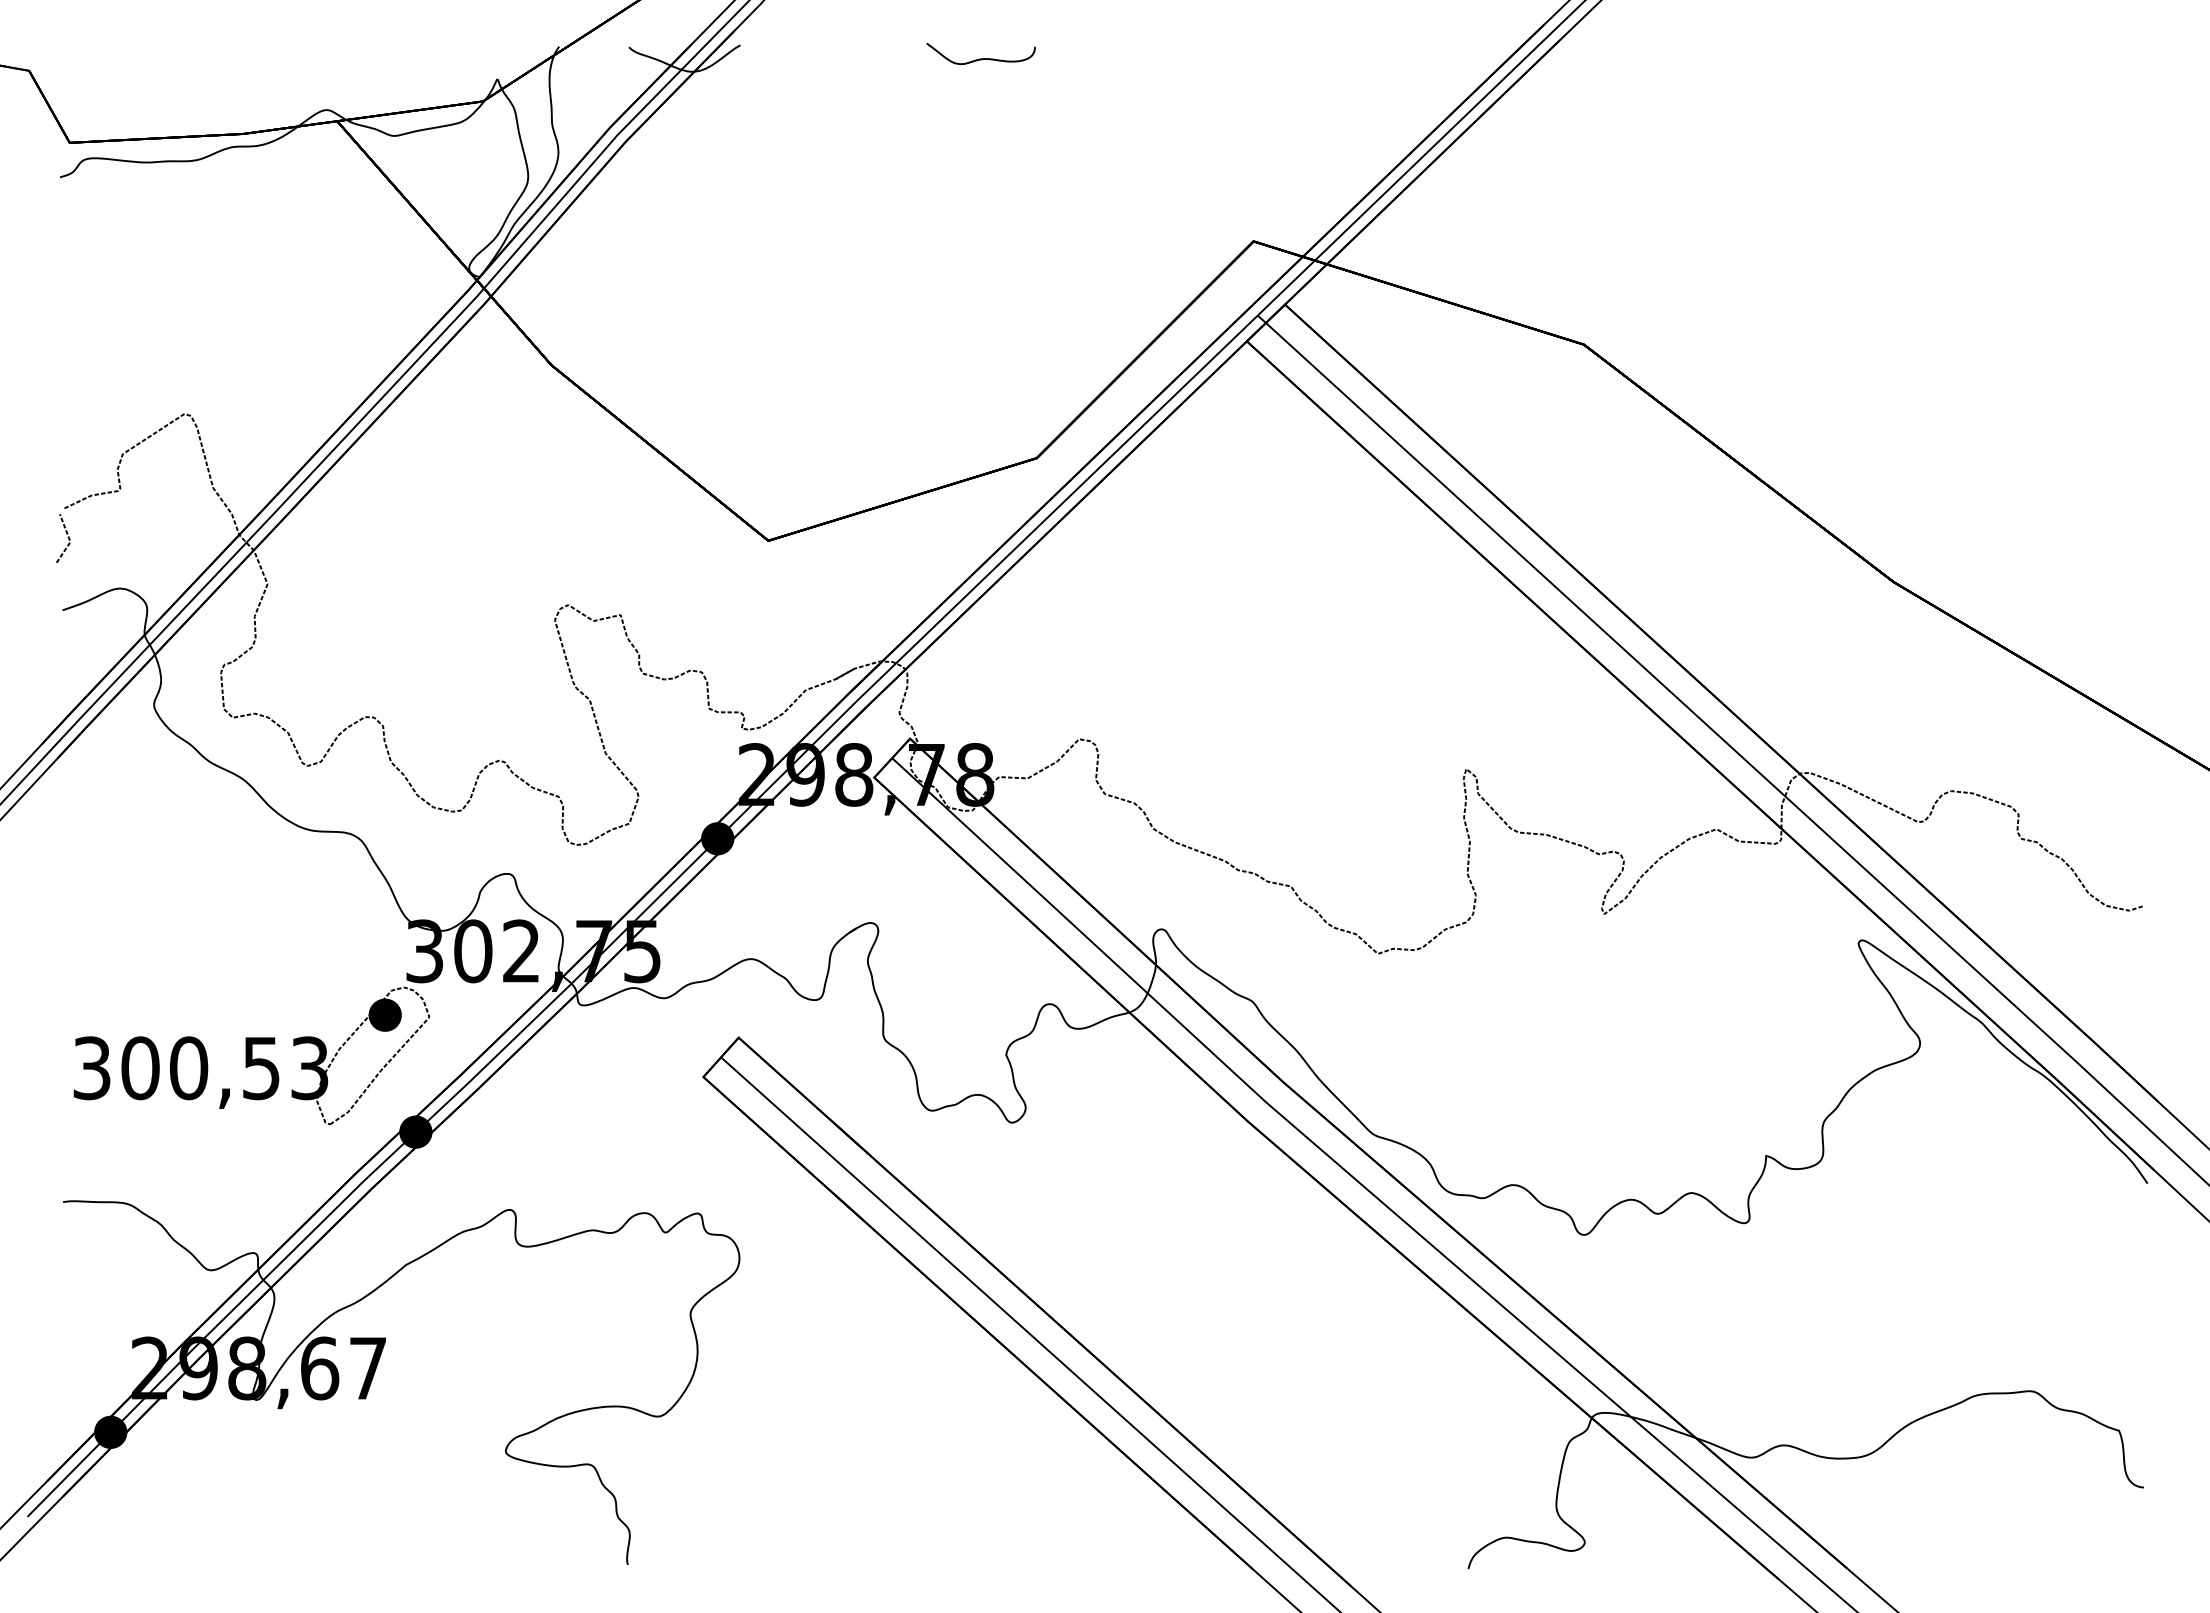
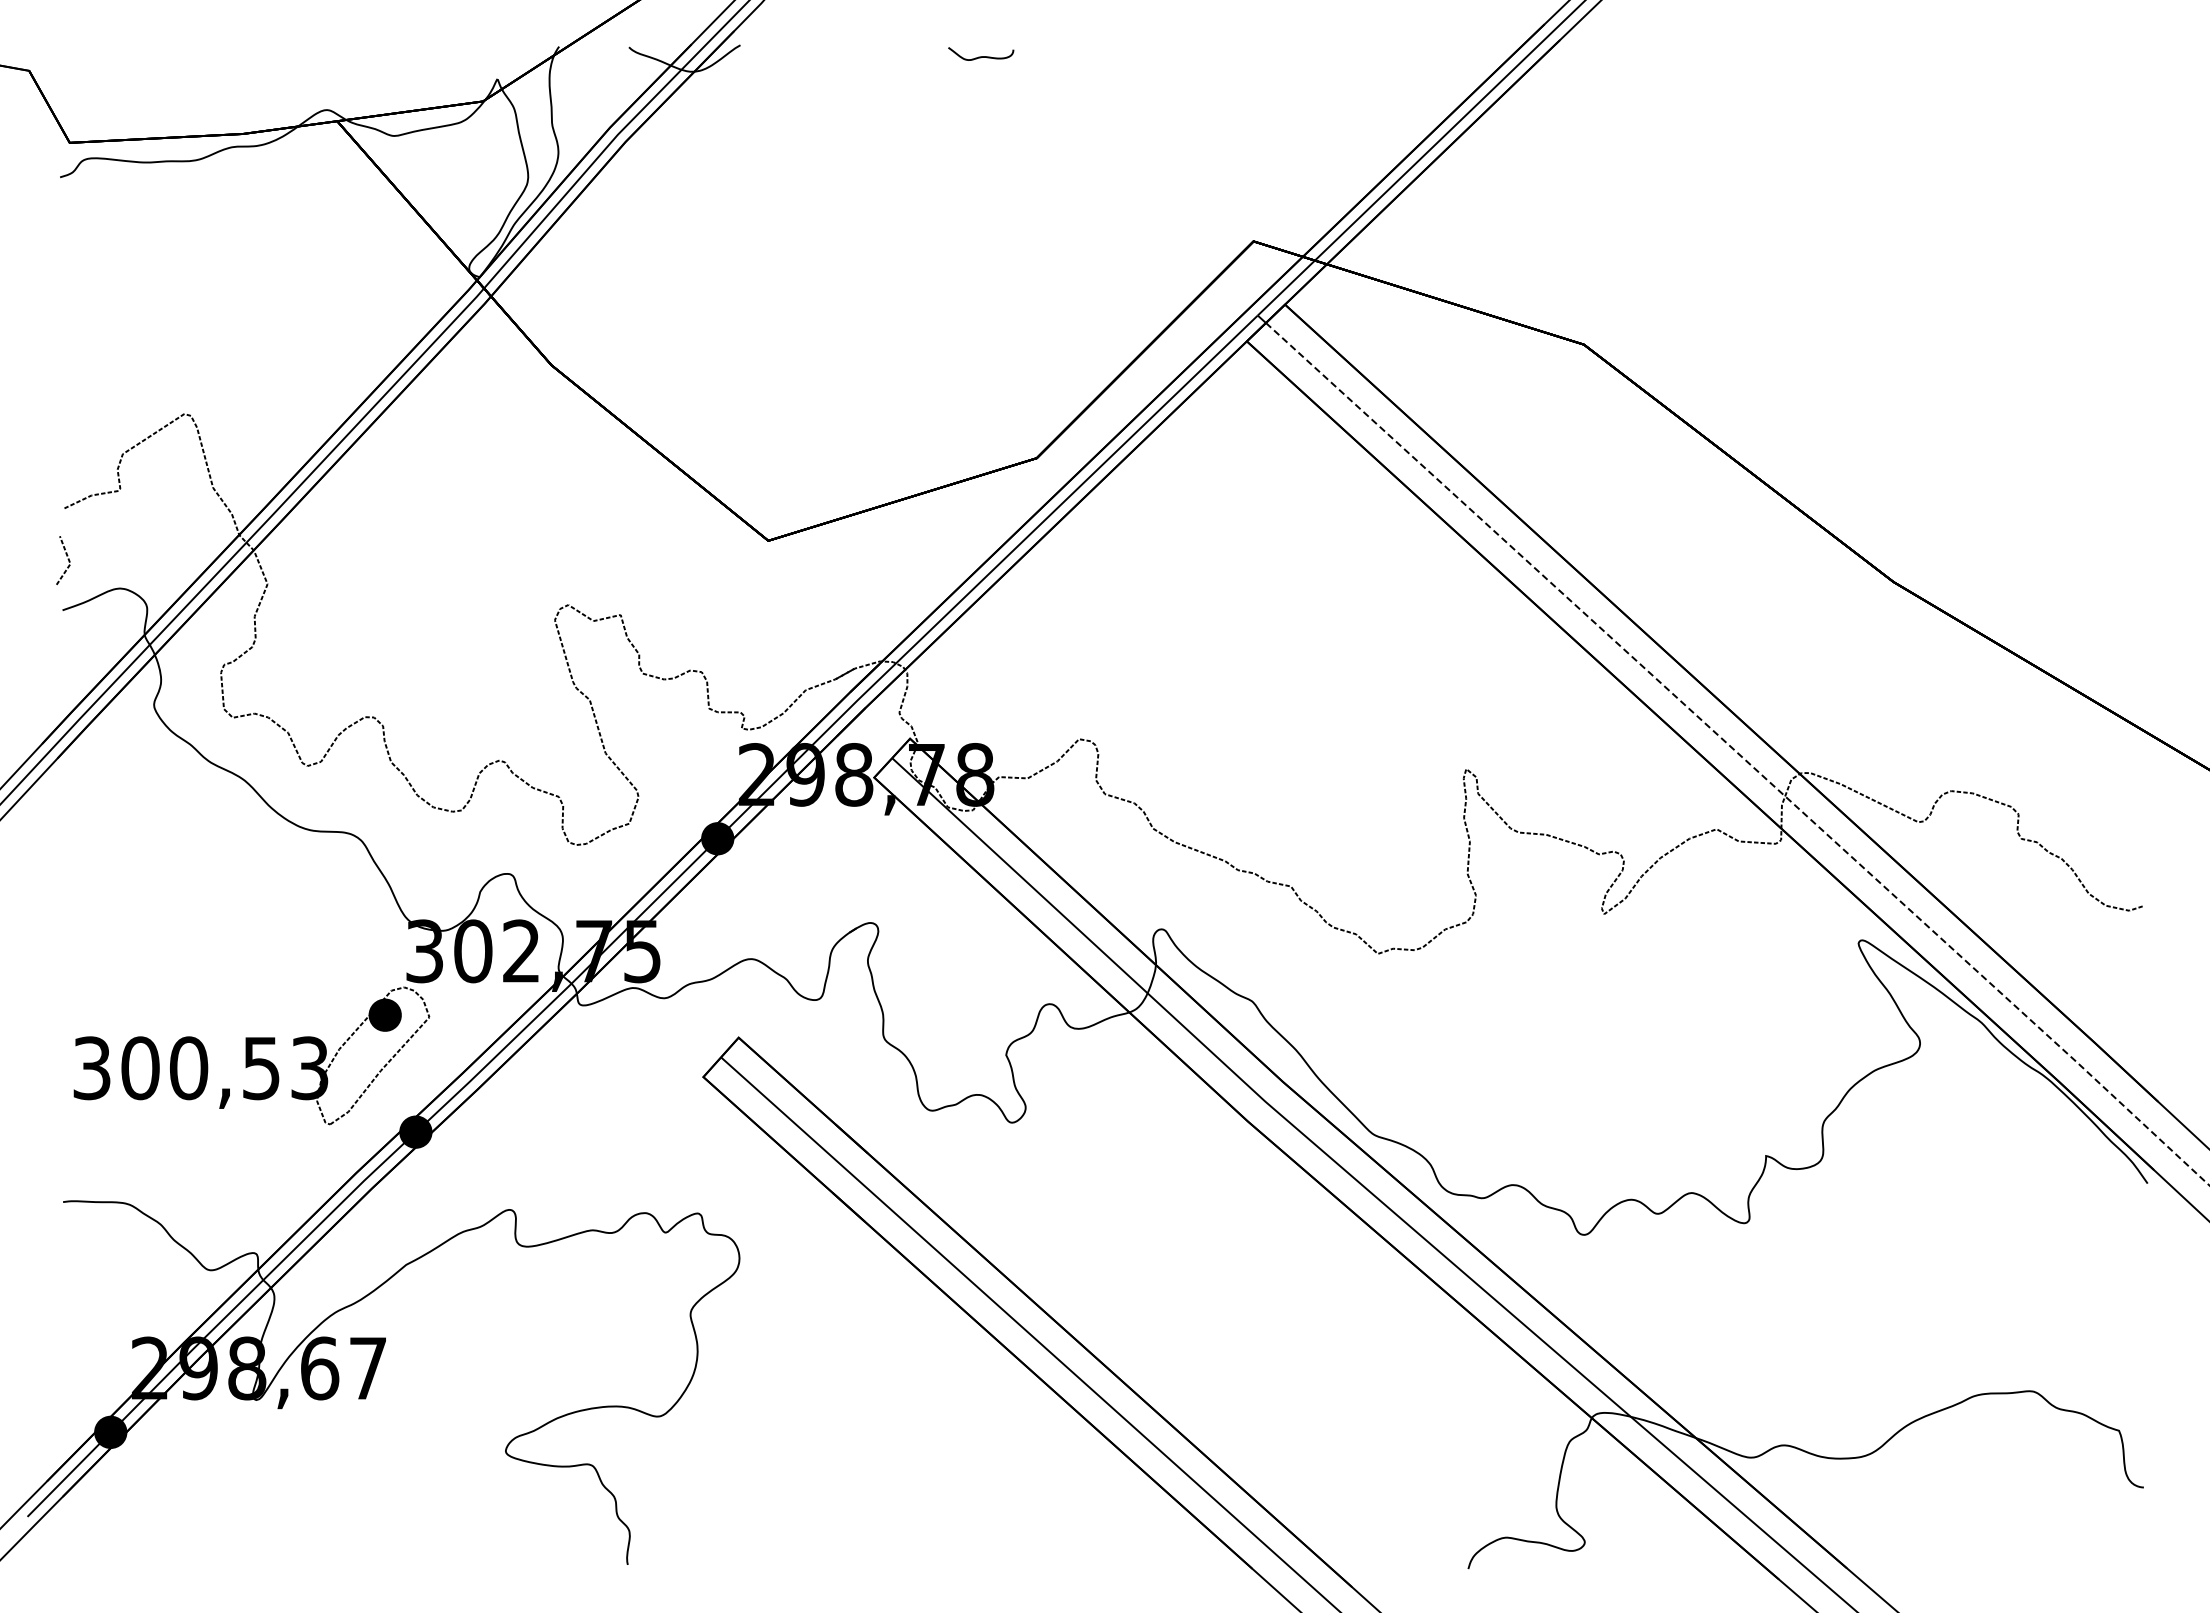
part at (980, 53) size: 110x22 px -> 67x14 px
line at (67, 537) position: (67, 537) -> (67, 559)
line at (1738, 753): solid -> dashed
